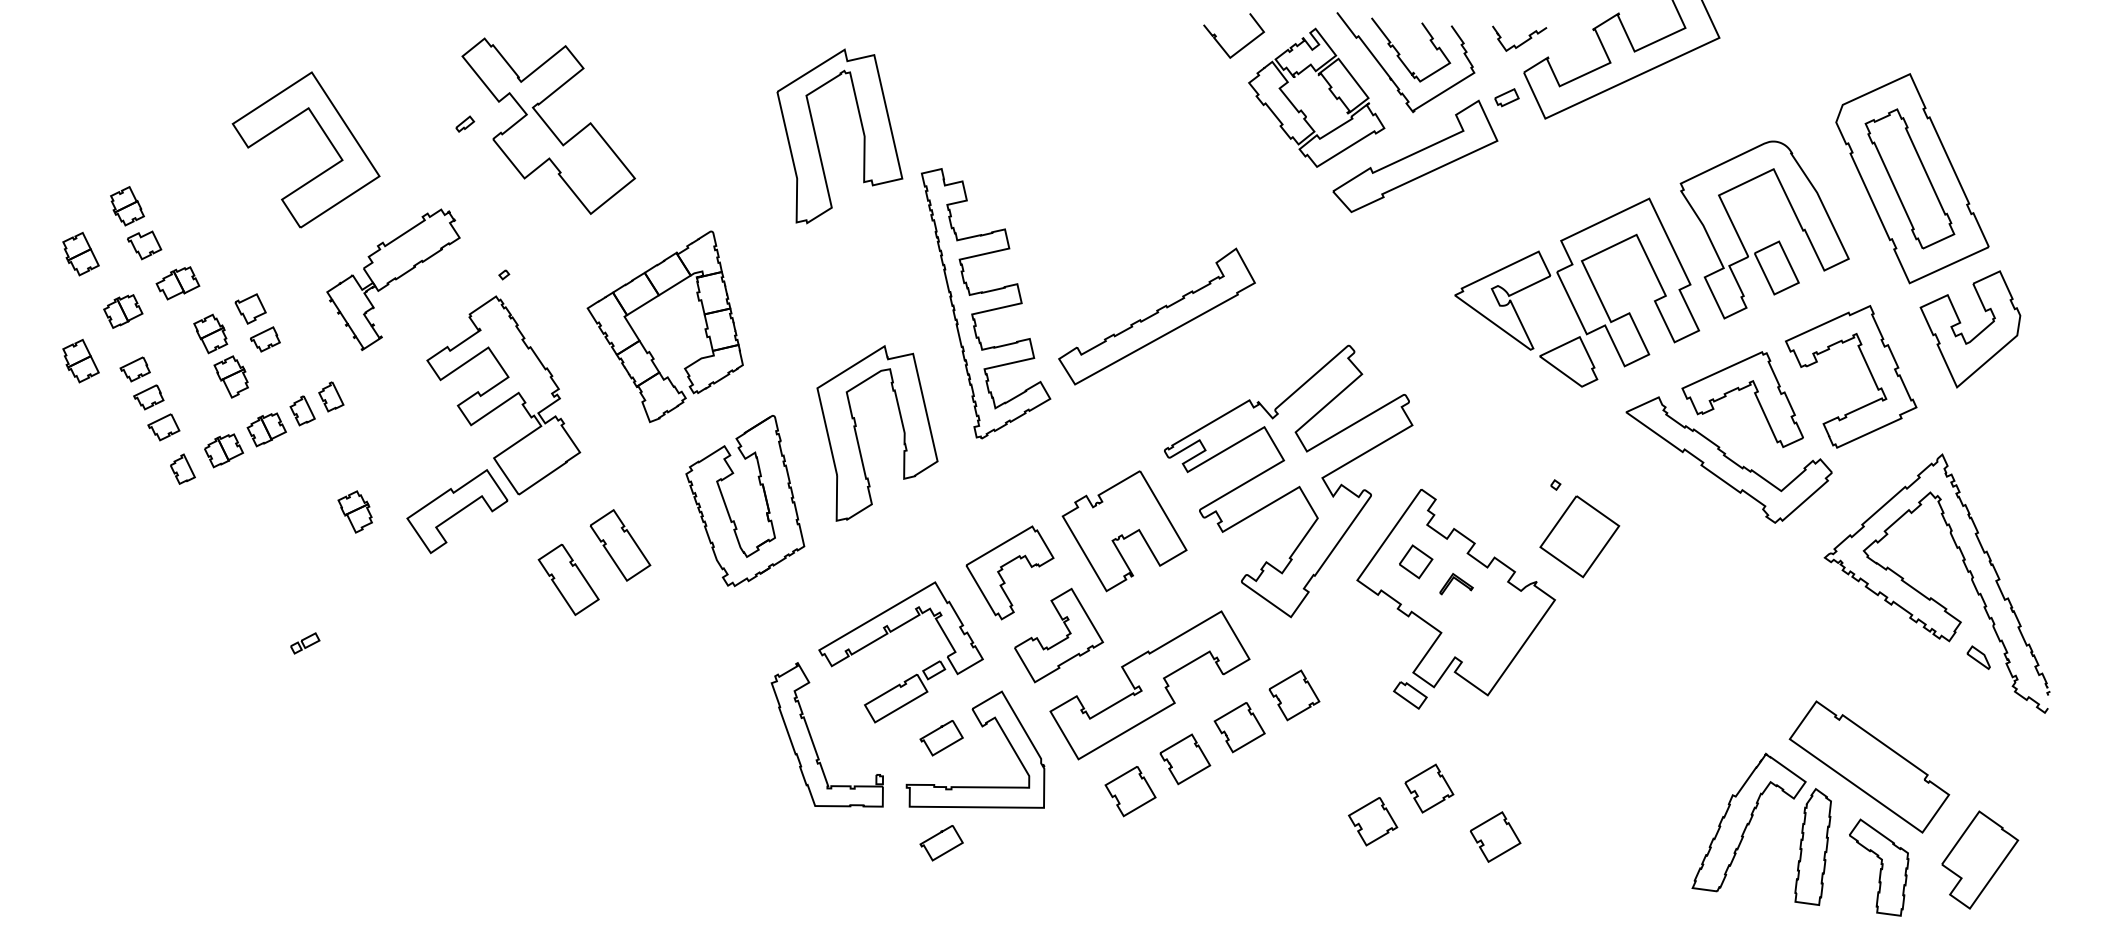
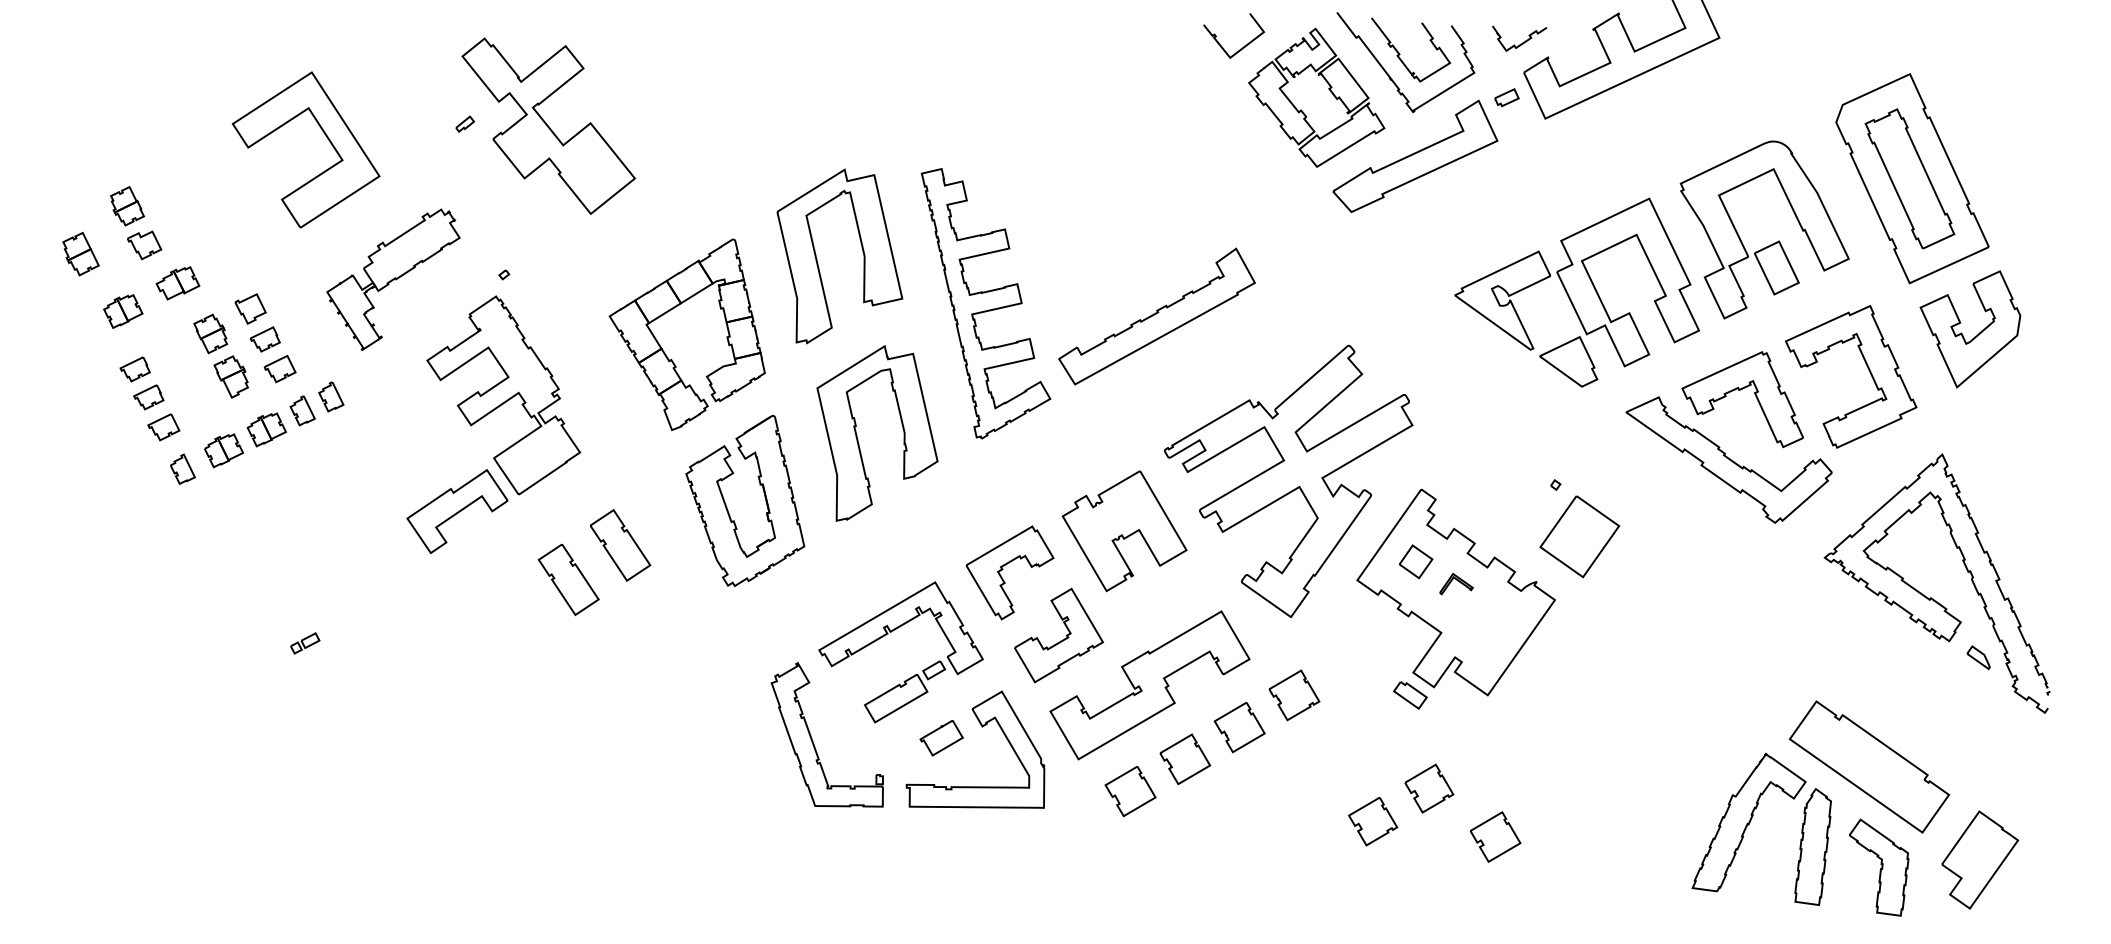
part at (817, 138) position: (817, 138) -> (817, 258)
part at (641, 341) position: (641, 341) -> (663, 349)
part at (80, 361): present -> none
part at (279, 368): none -> present
part at (354, 511): present -> none
part at (941, 843): present -> none
